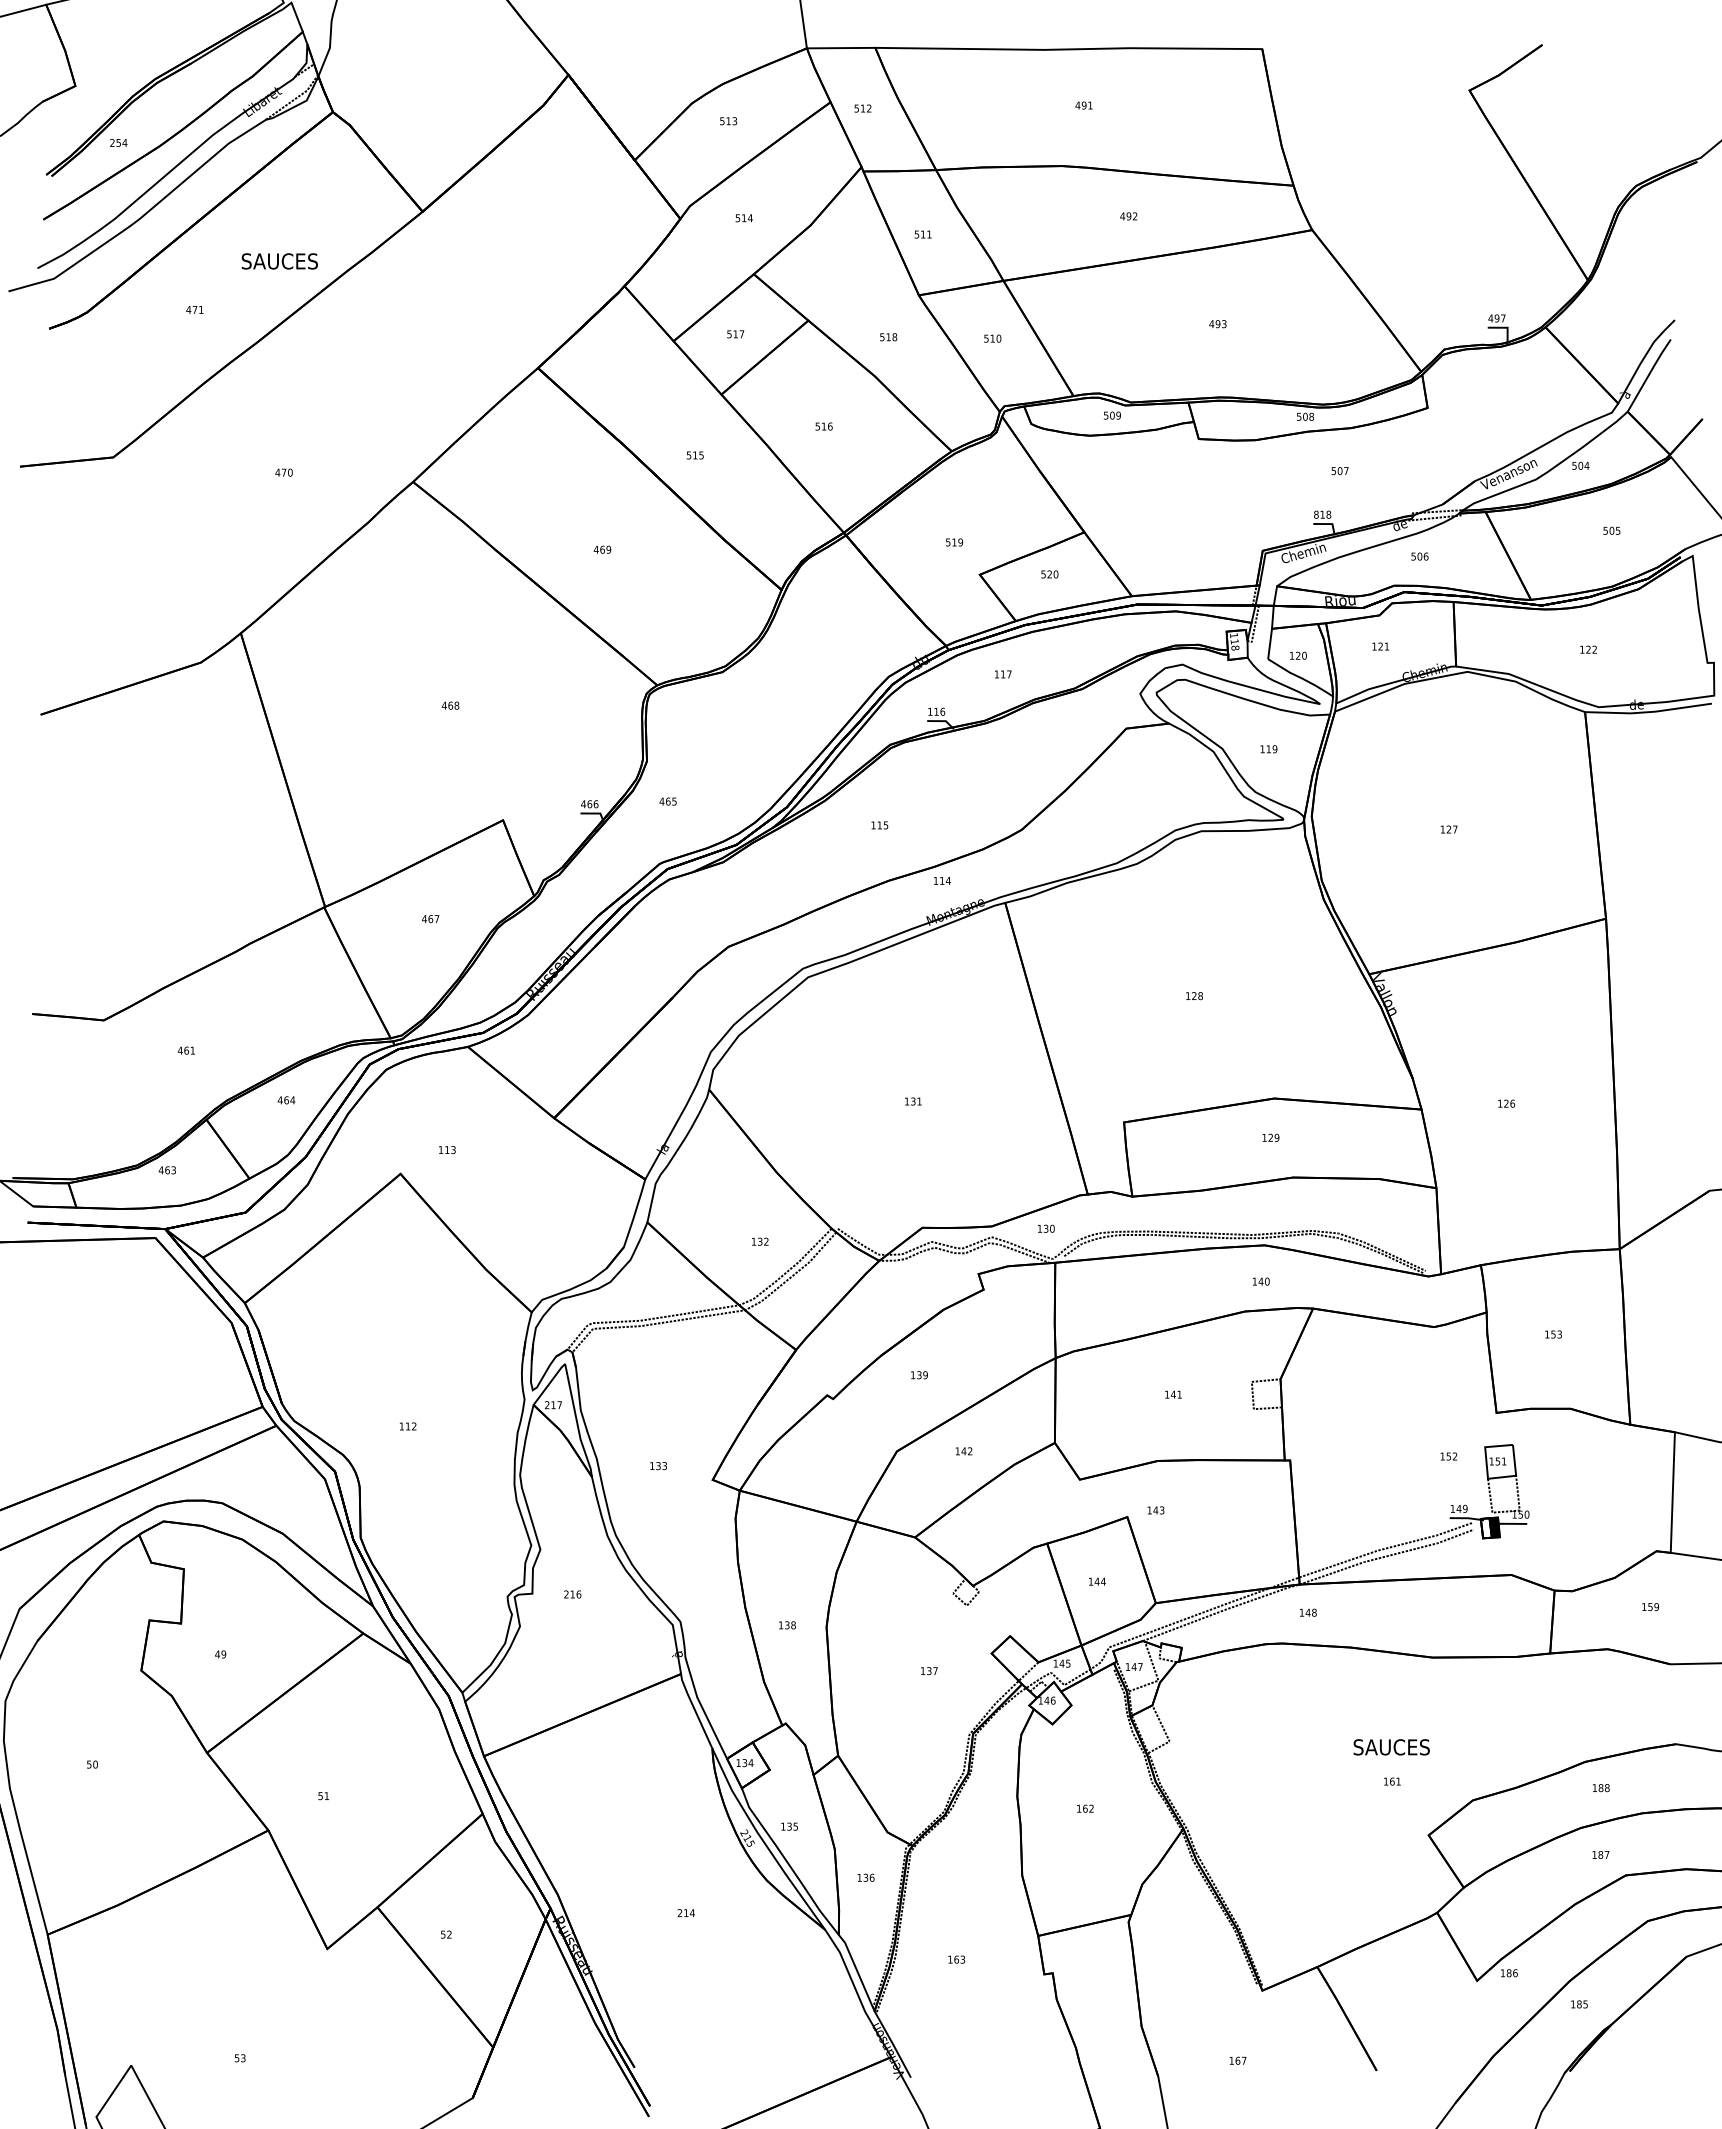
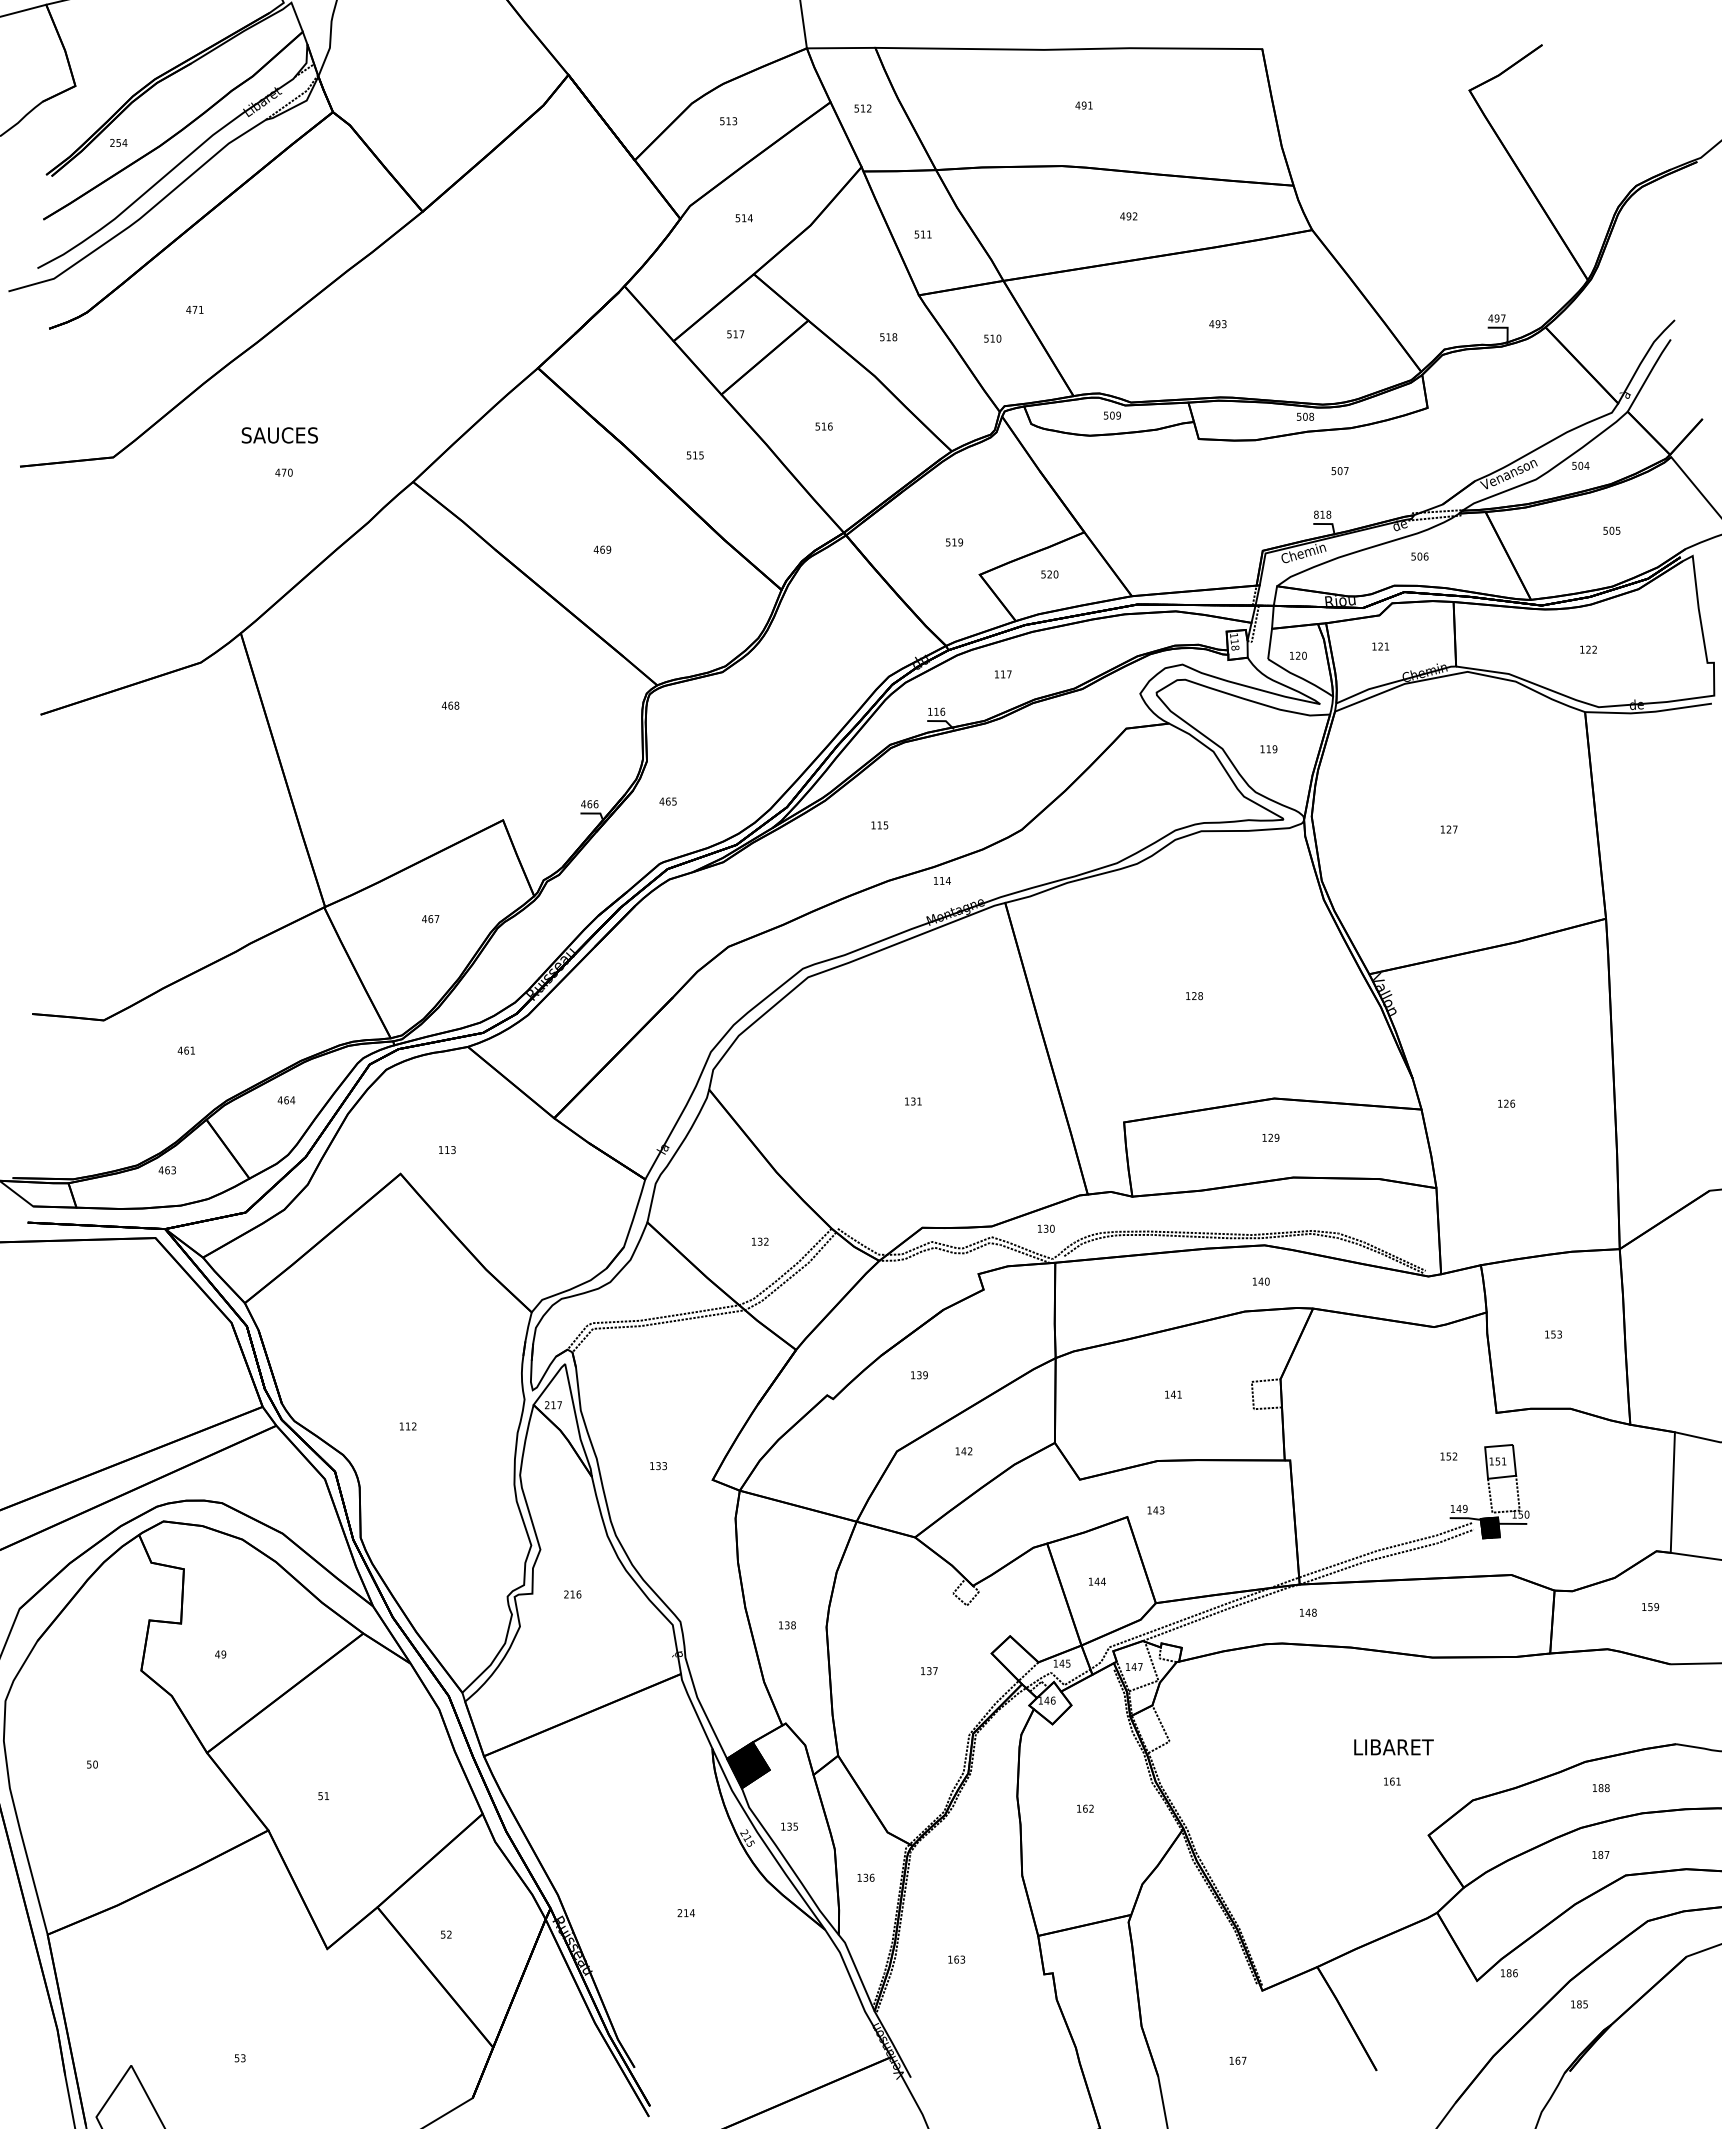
text at (279, 261) position: (279, 261) -> (279, 435)
fill at (1485, 1528): none -> present
text at (1393, 1747): SAUCES -> LIBARET
fill at (748, 1765): none -> present
